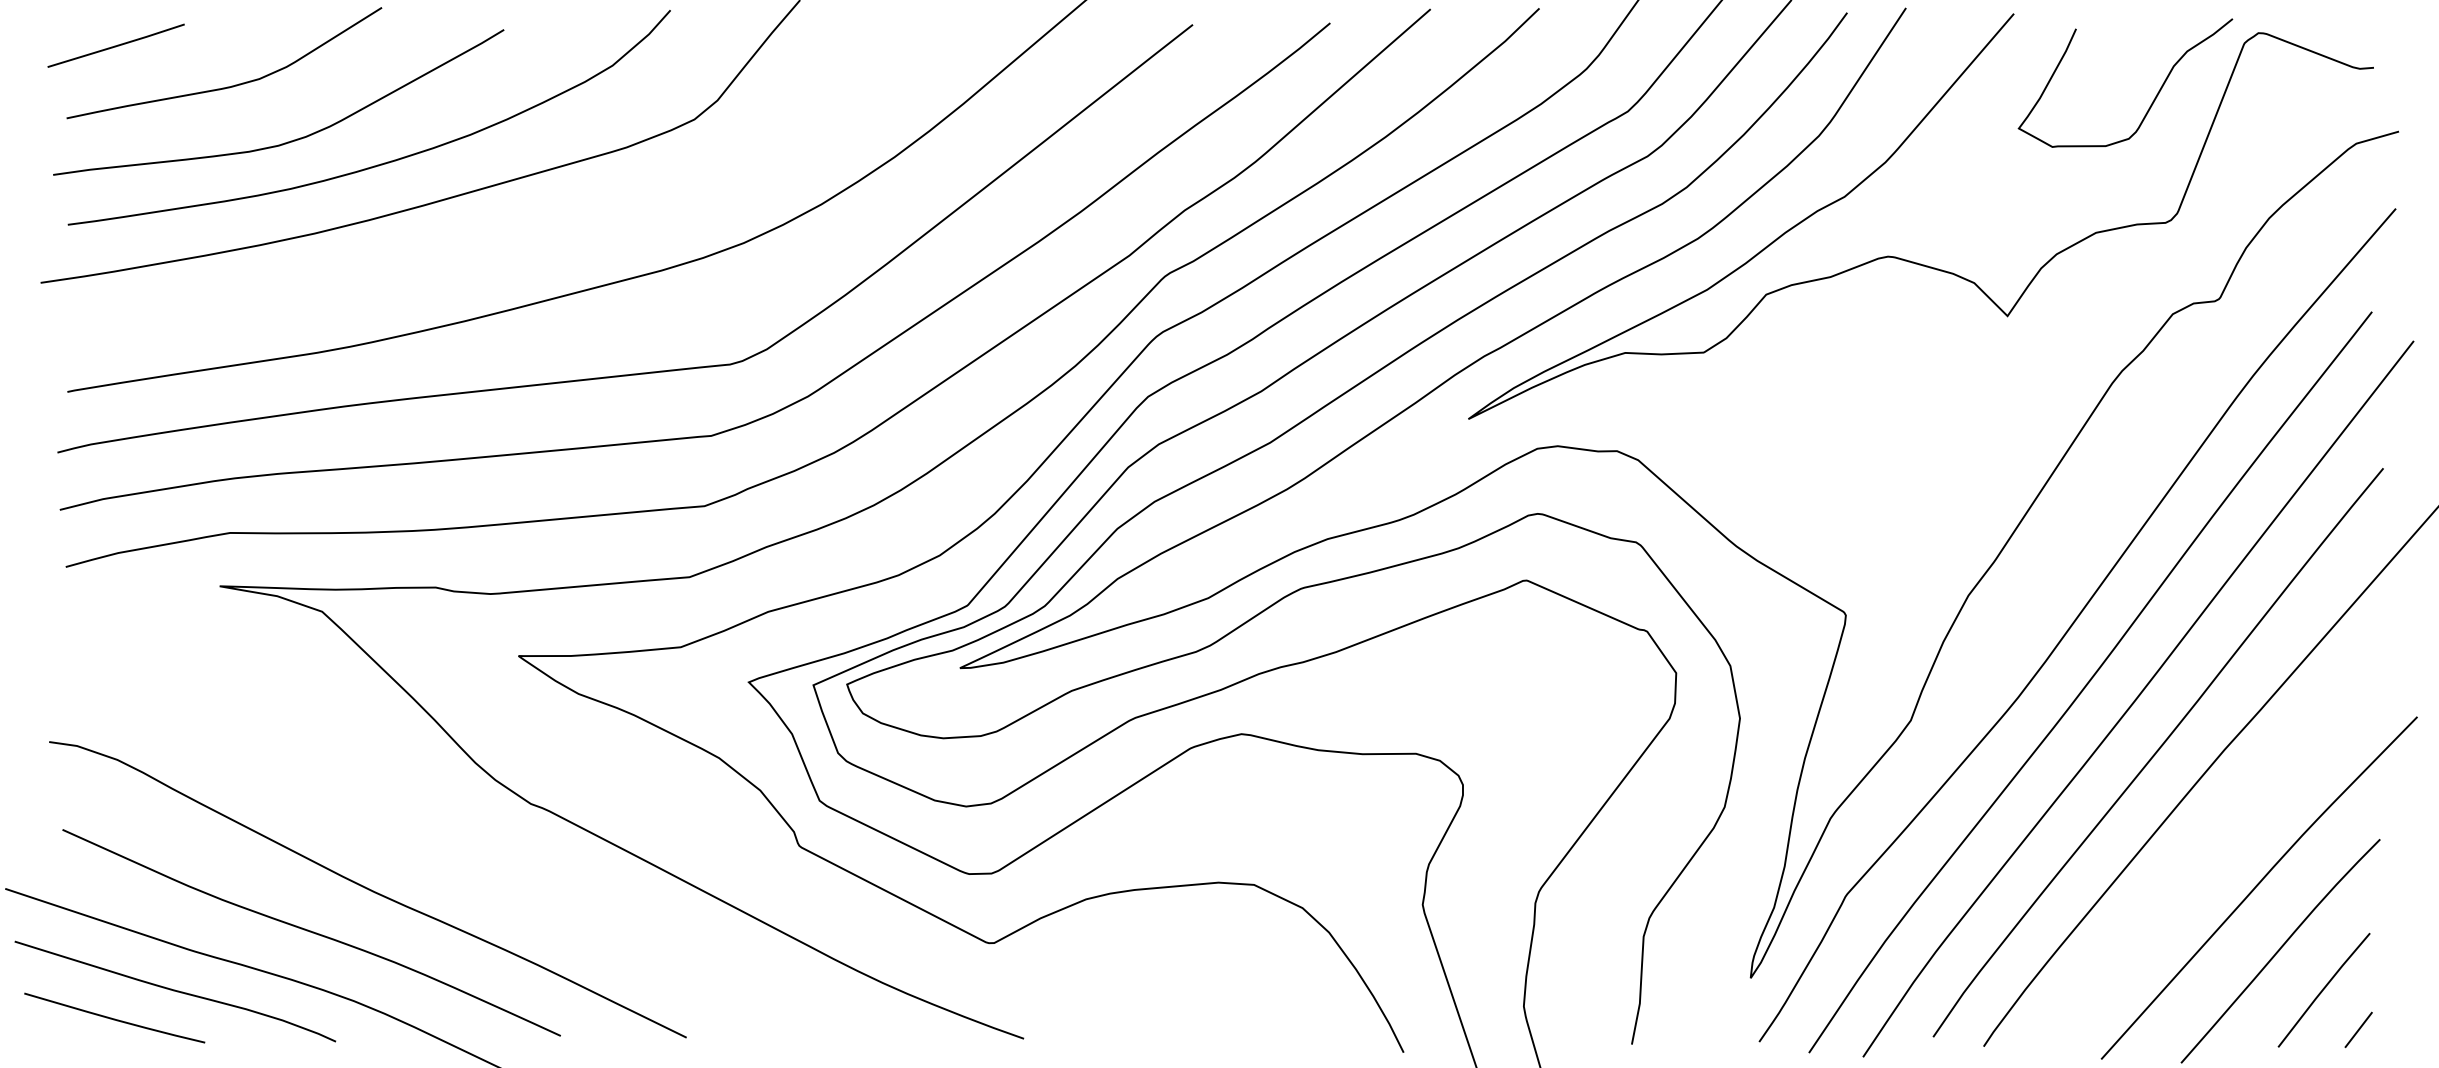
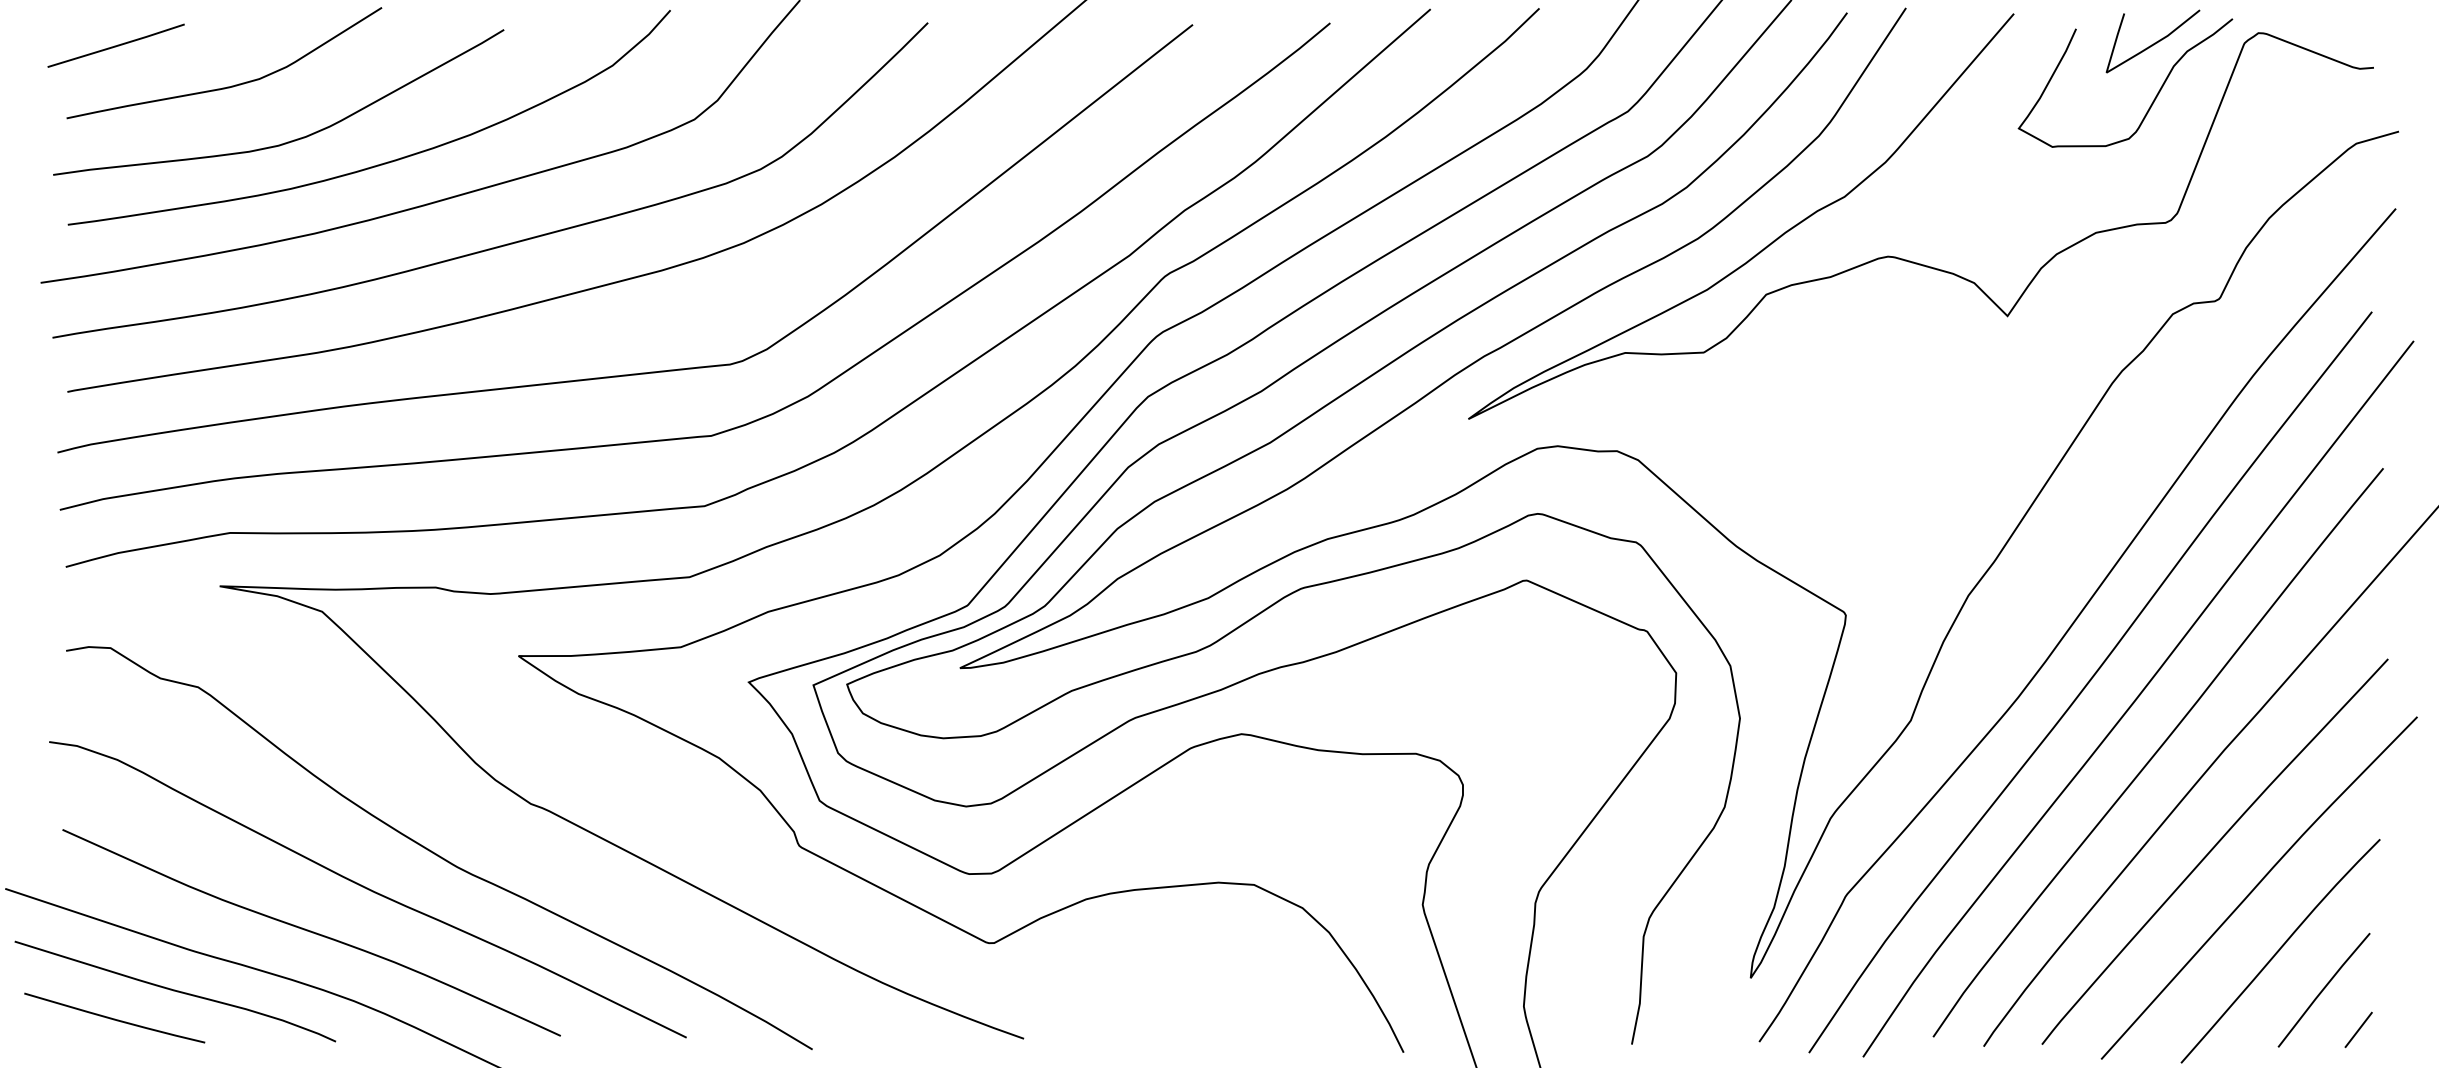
curve at (2154, 42): none -> present
curve at (510, 242): none -> present
curve at (2213, 849): none -> present
curve at (436, 853): none -> present
